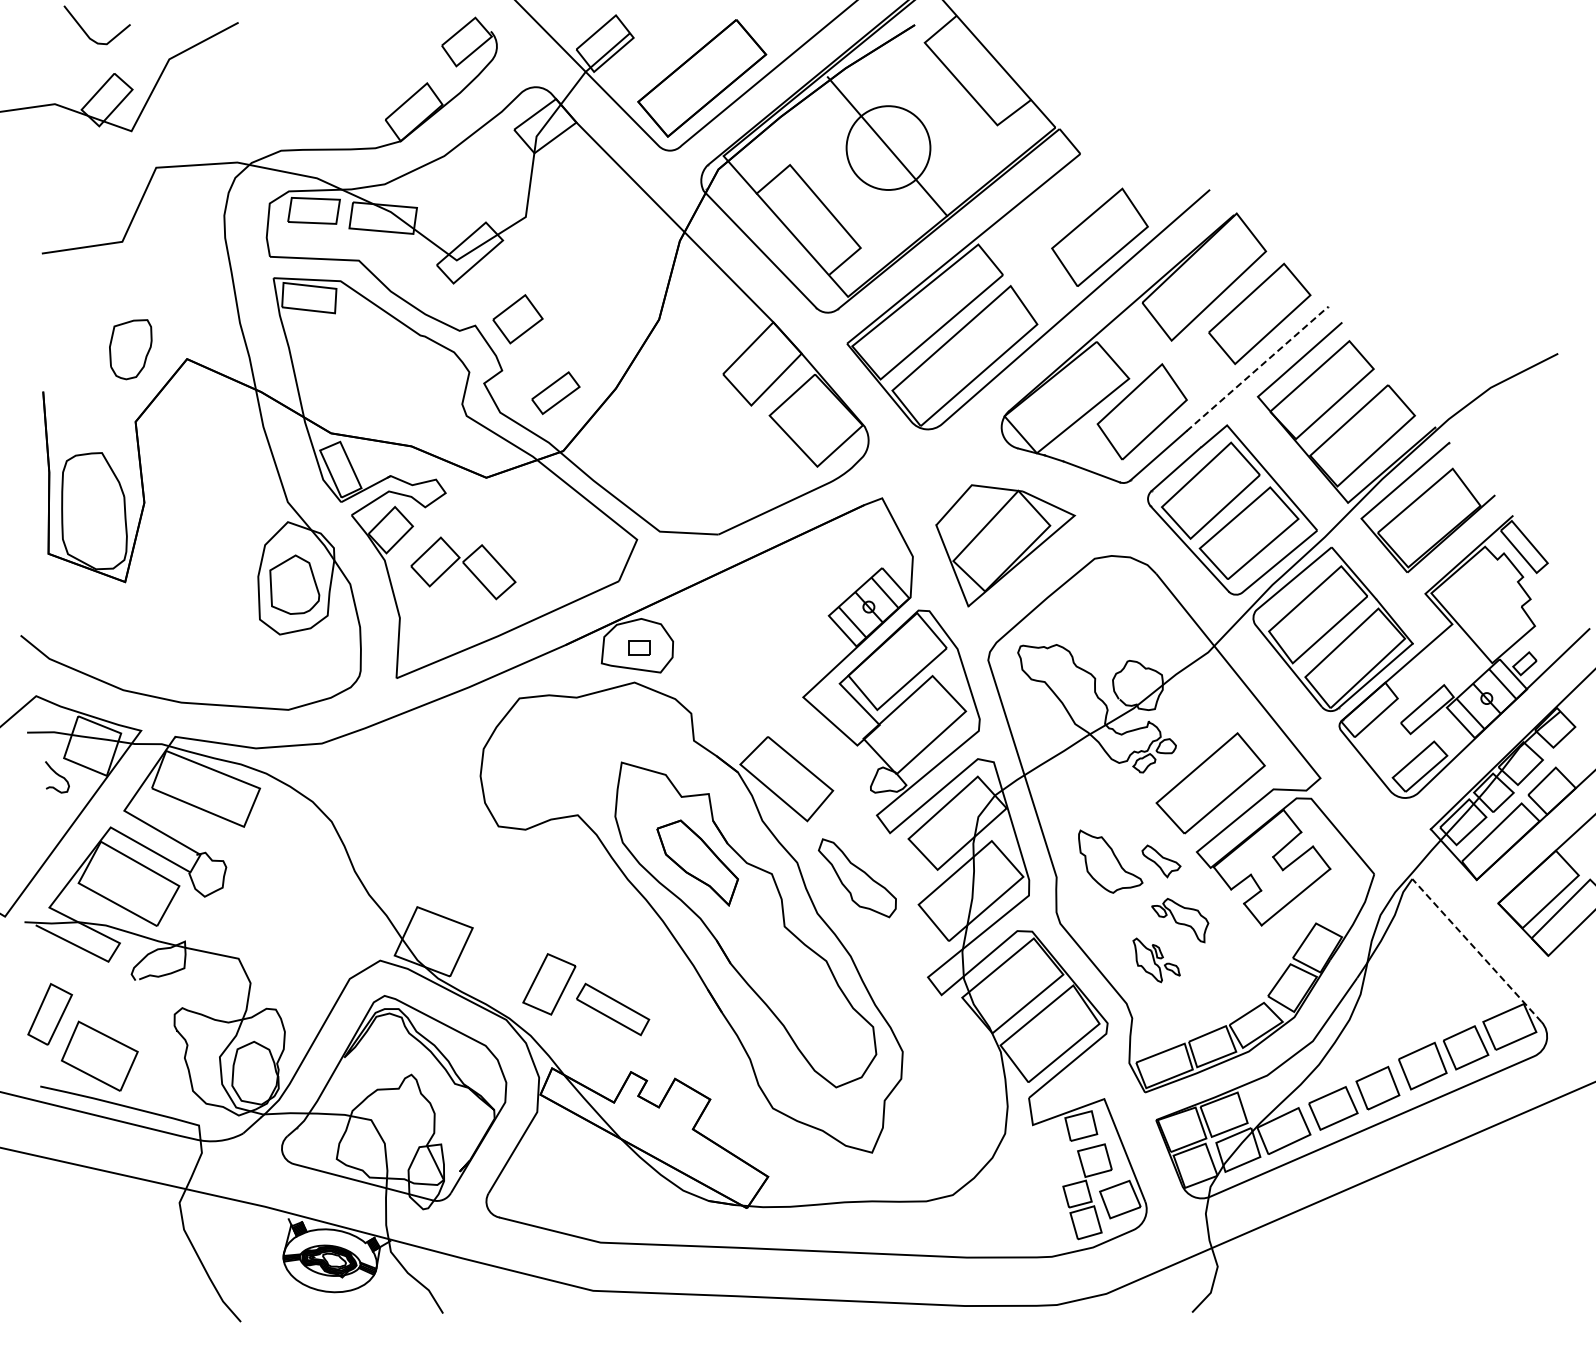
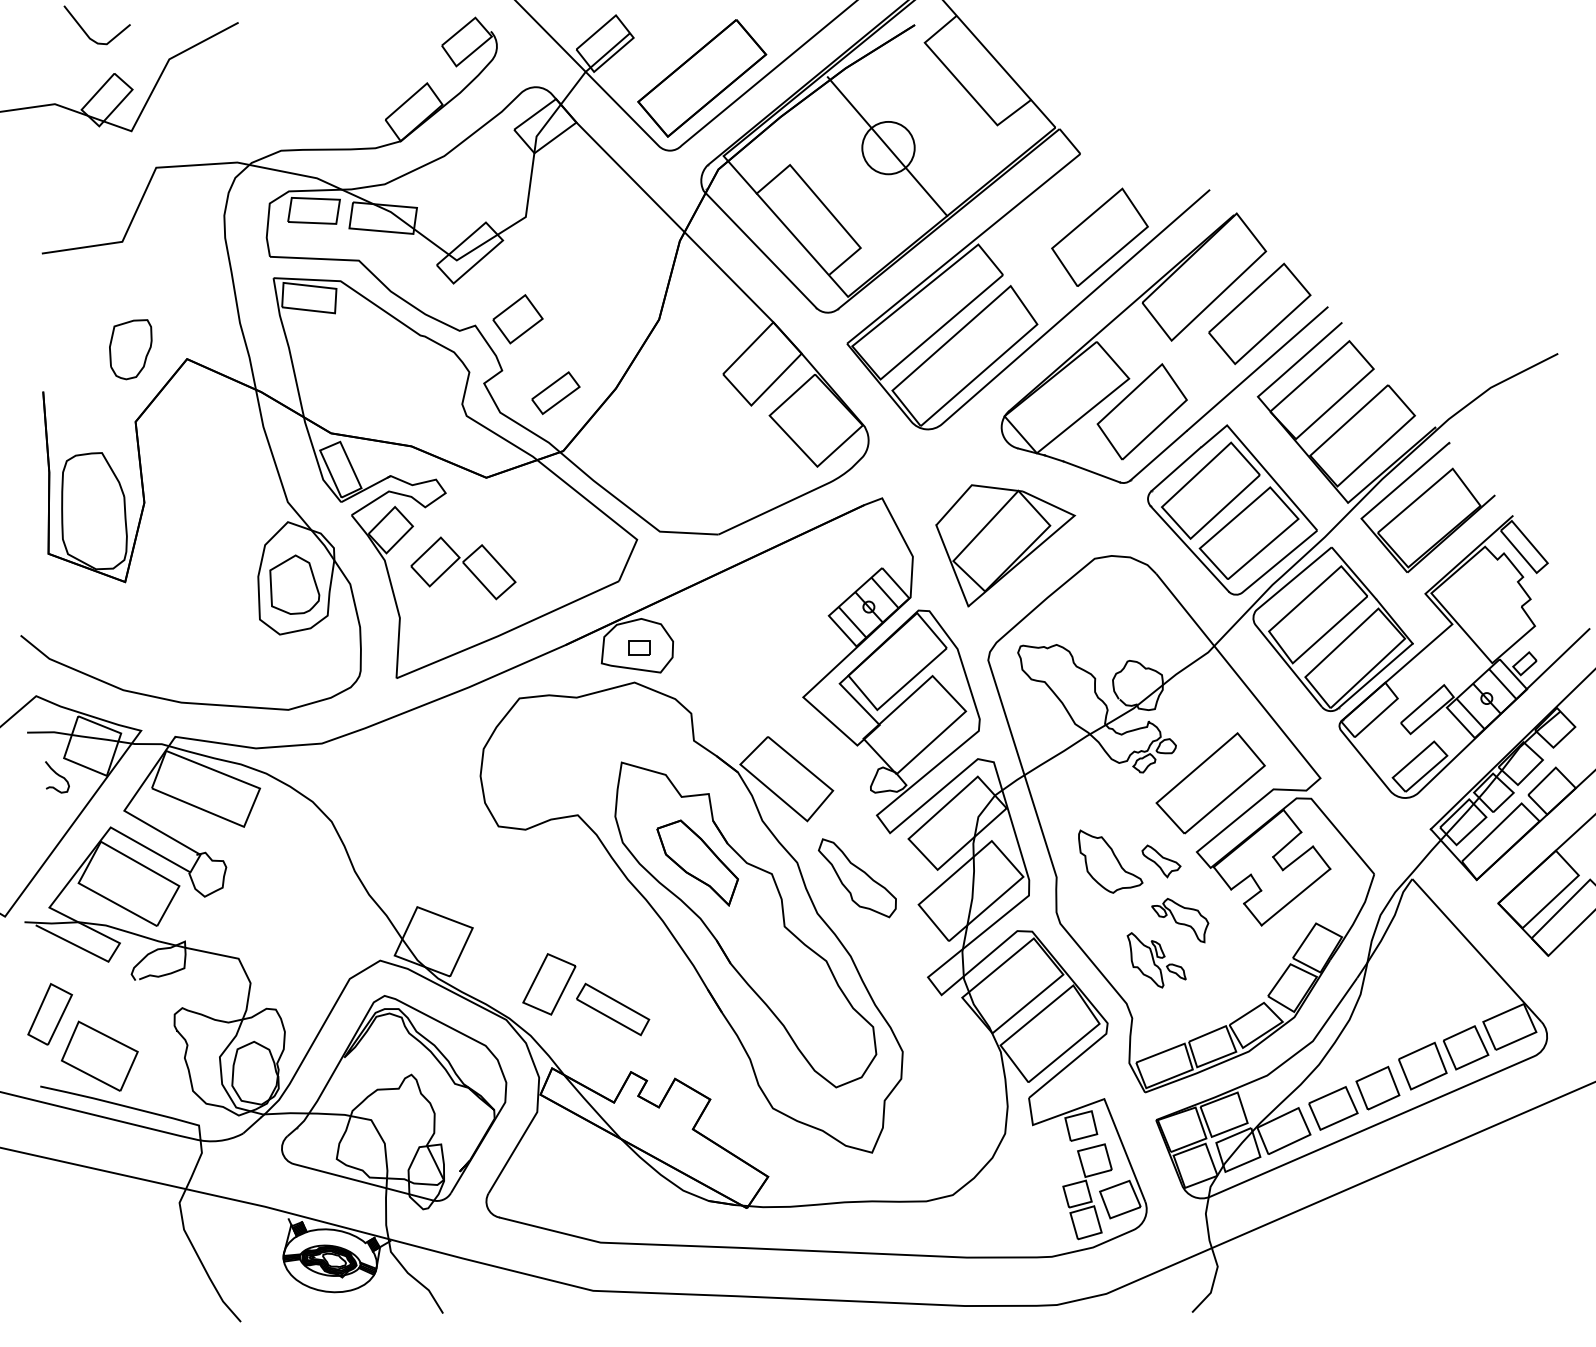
circle at (888, 147) diameter: 84 px -> 52 px
line at (1257, 368): dashed -> solid
line at (1476, 950): dashed -> solid
part at (1156, 960) size: 49x47 px -> 61x57 px
